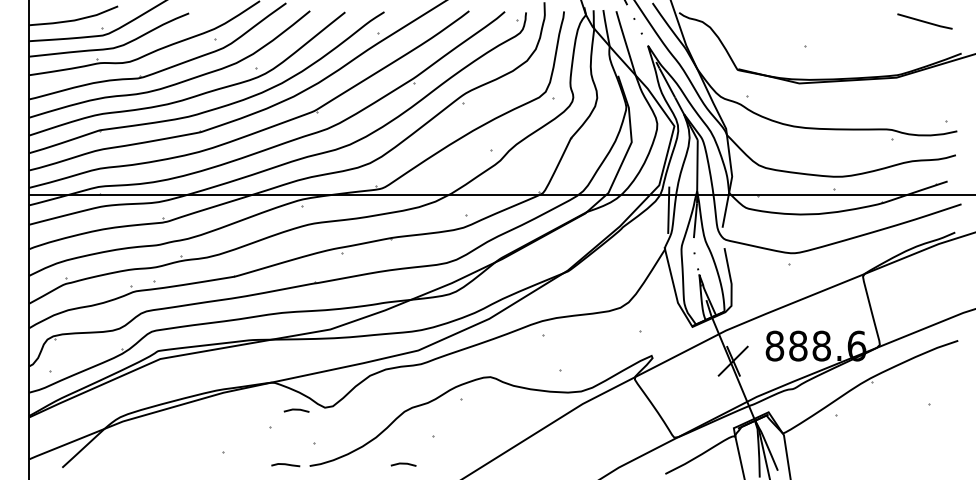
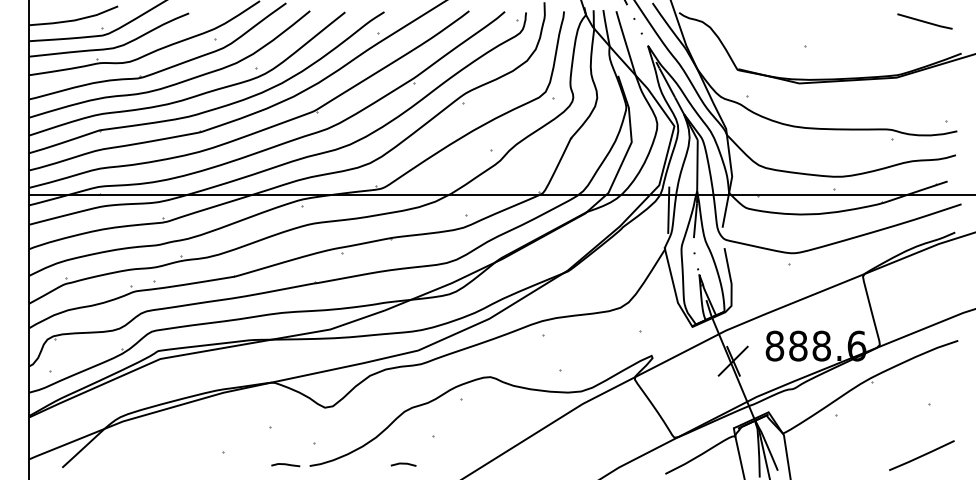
line at (296, 410): present -> none
line at (921, 455): none -> present
